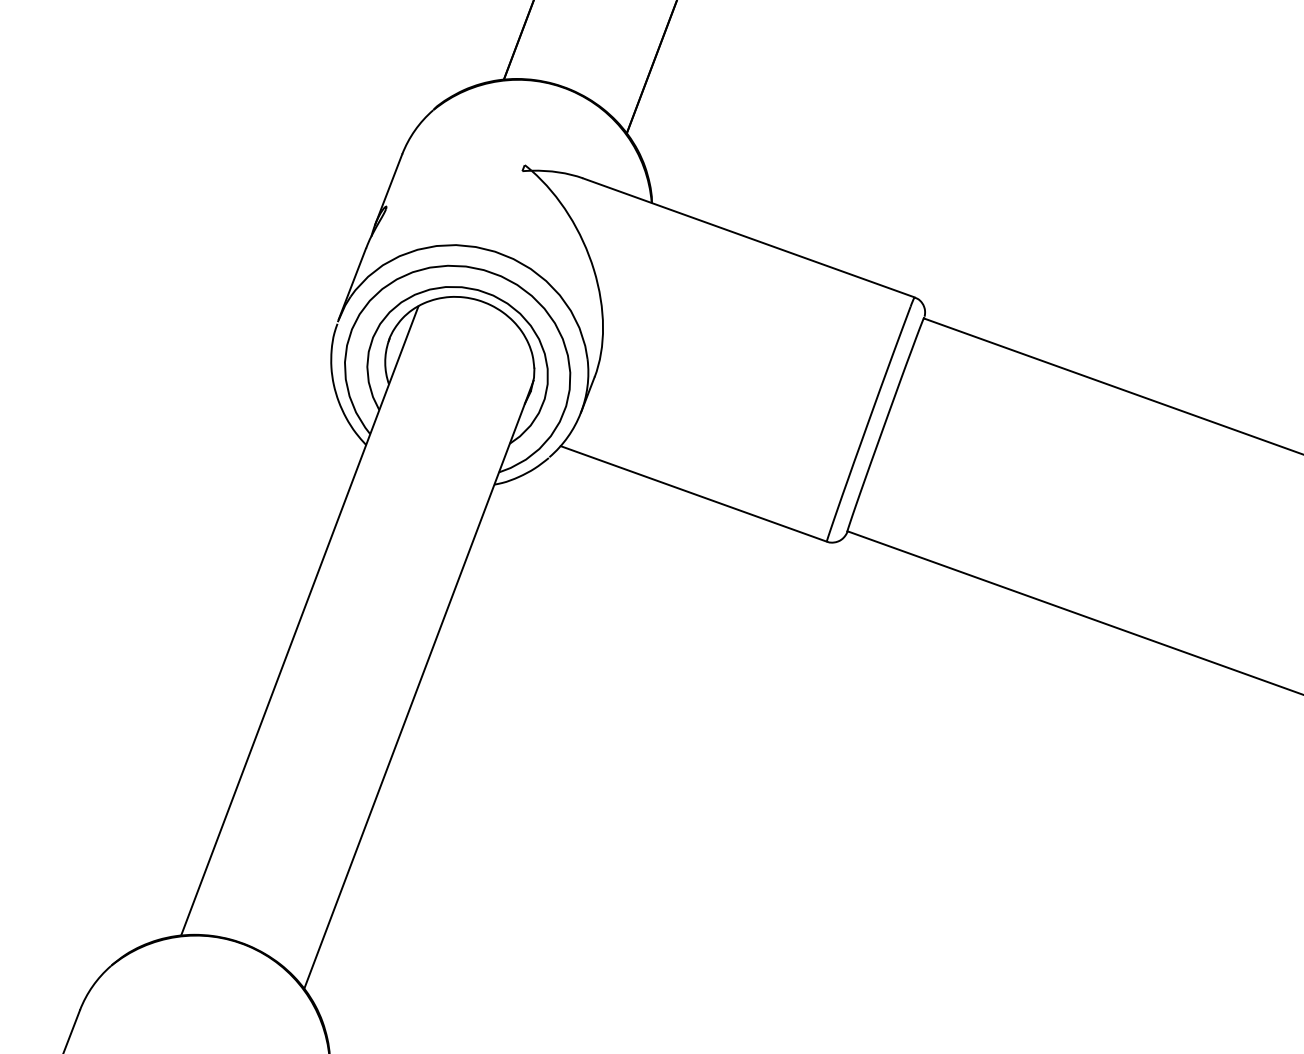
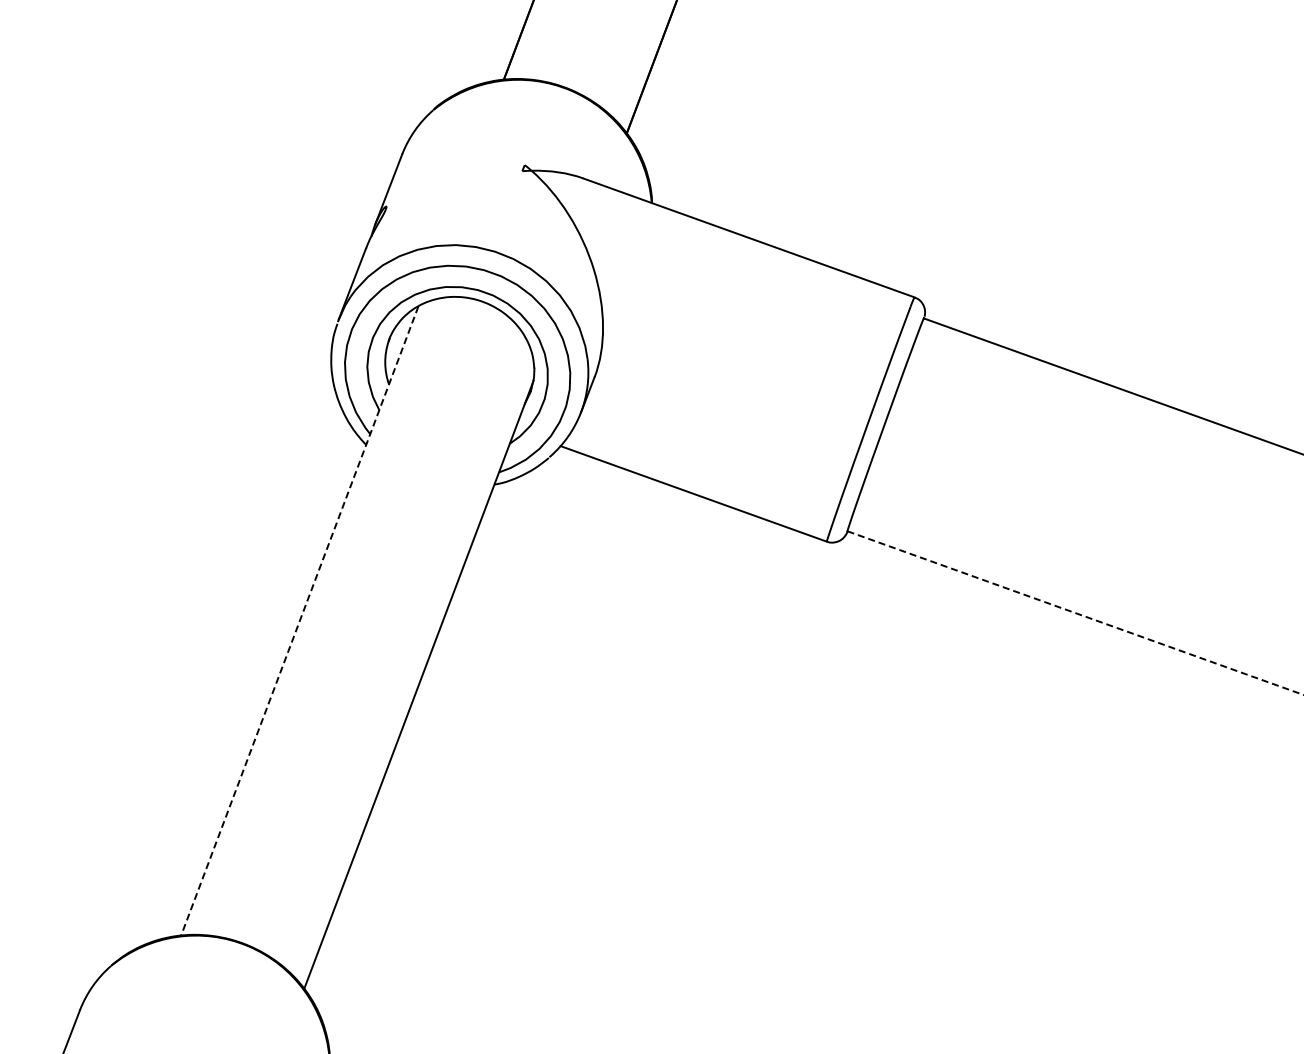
line at (1075, 613): solid -> dashed
line at (299, 621): solid -> dashed
